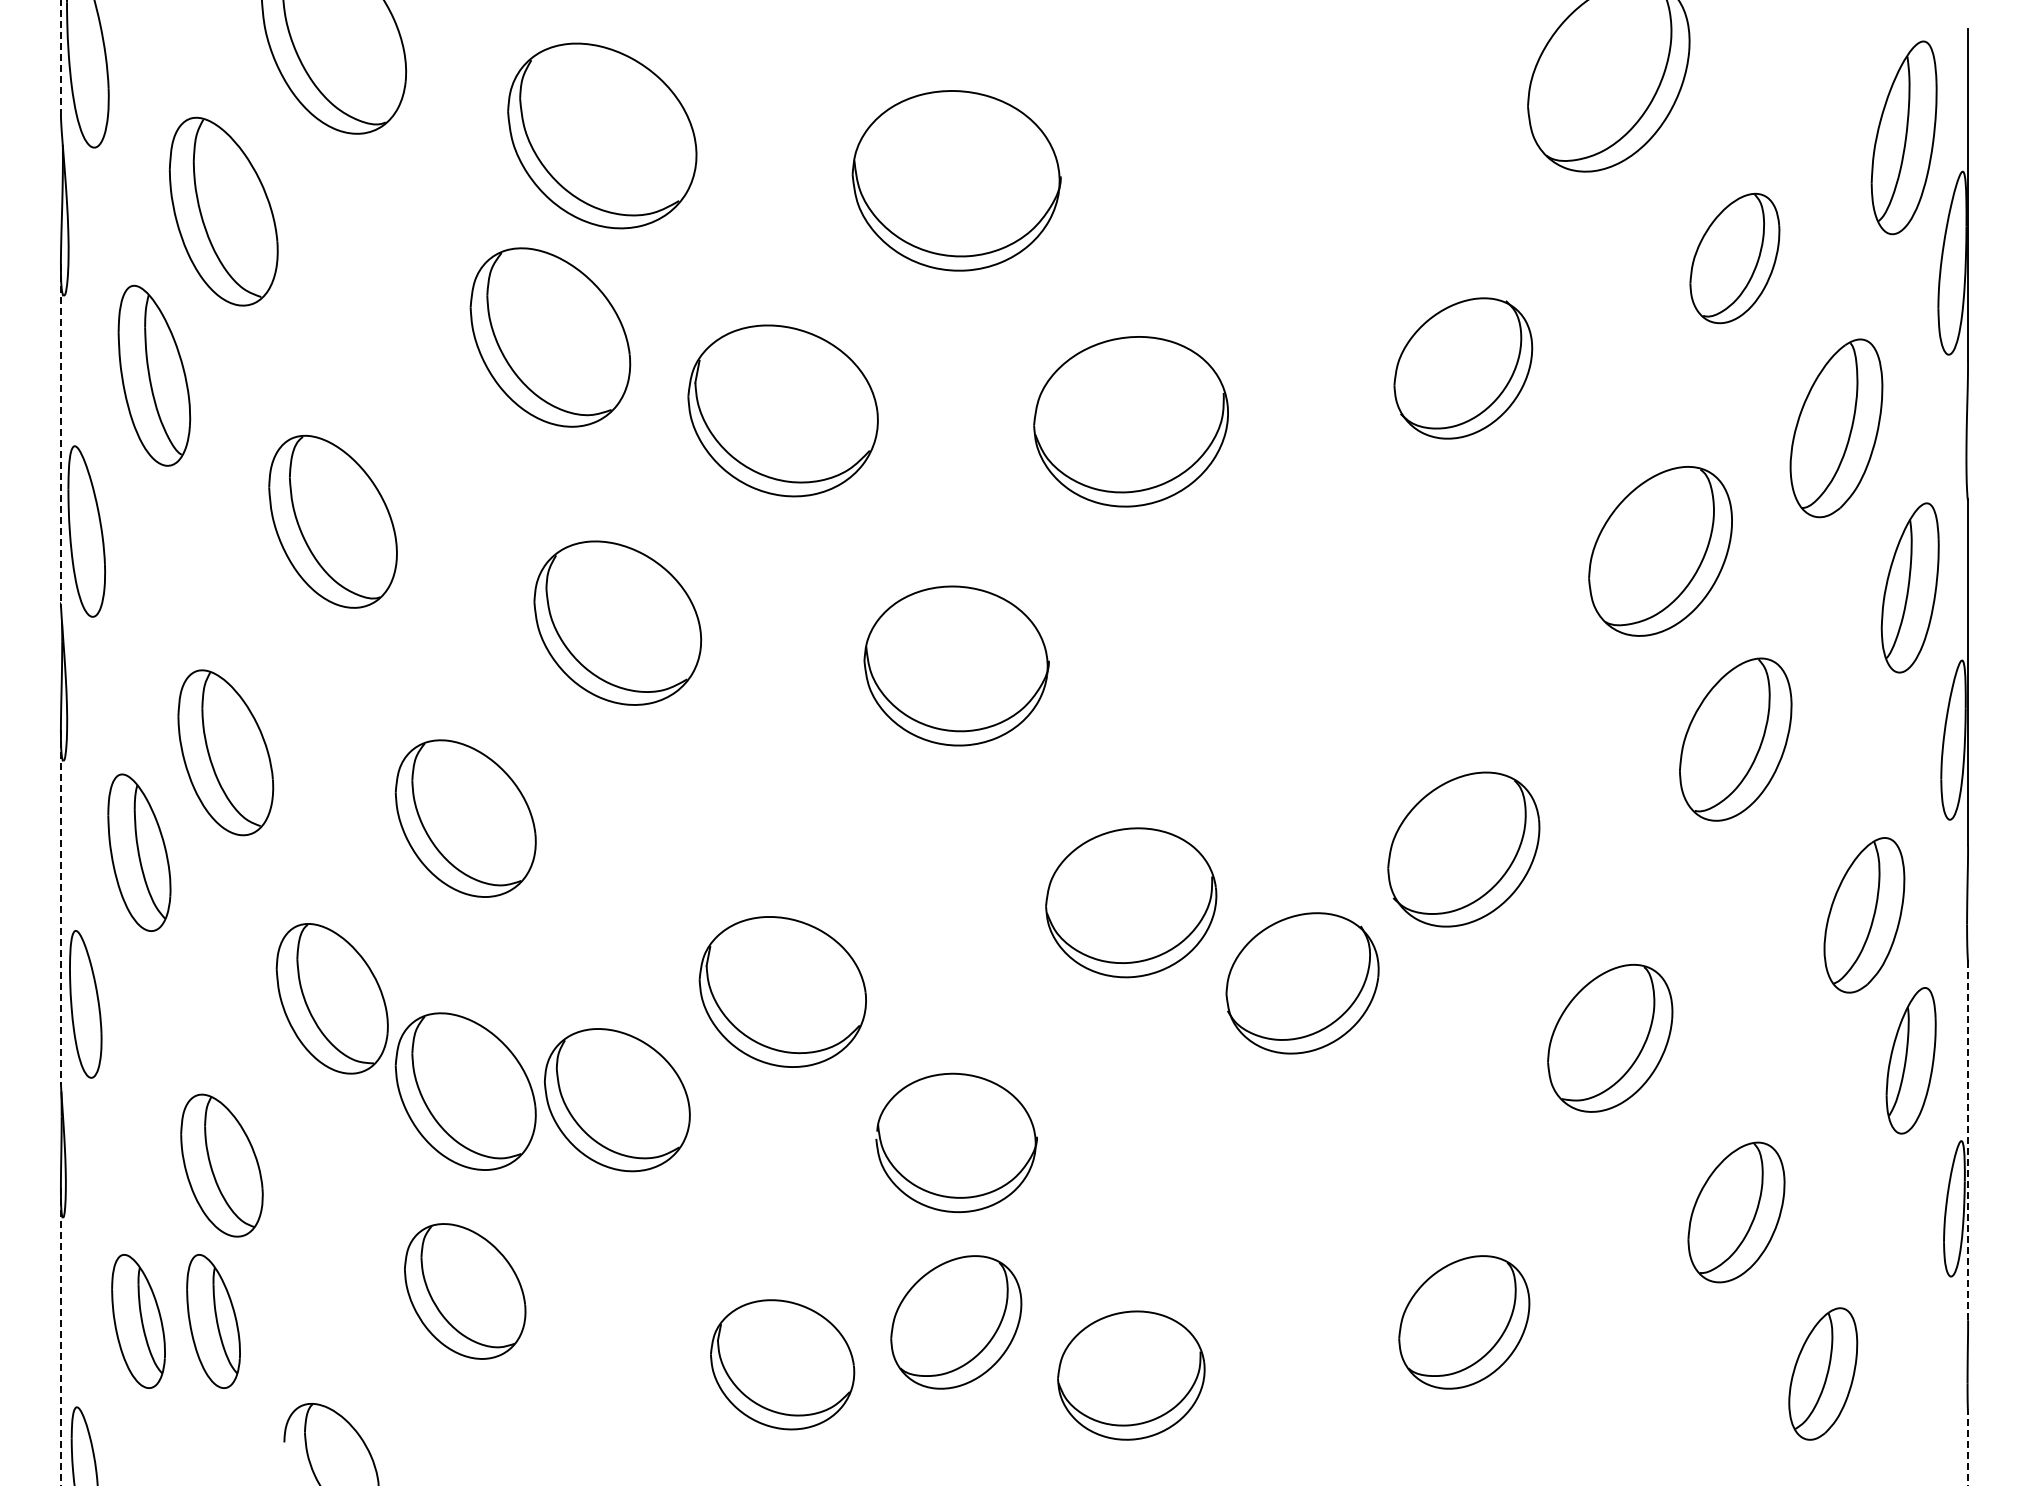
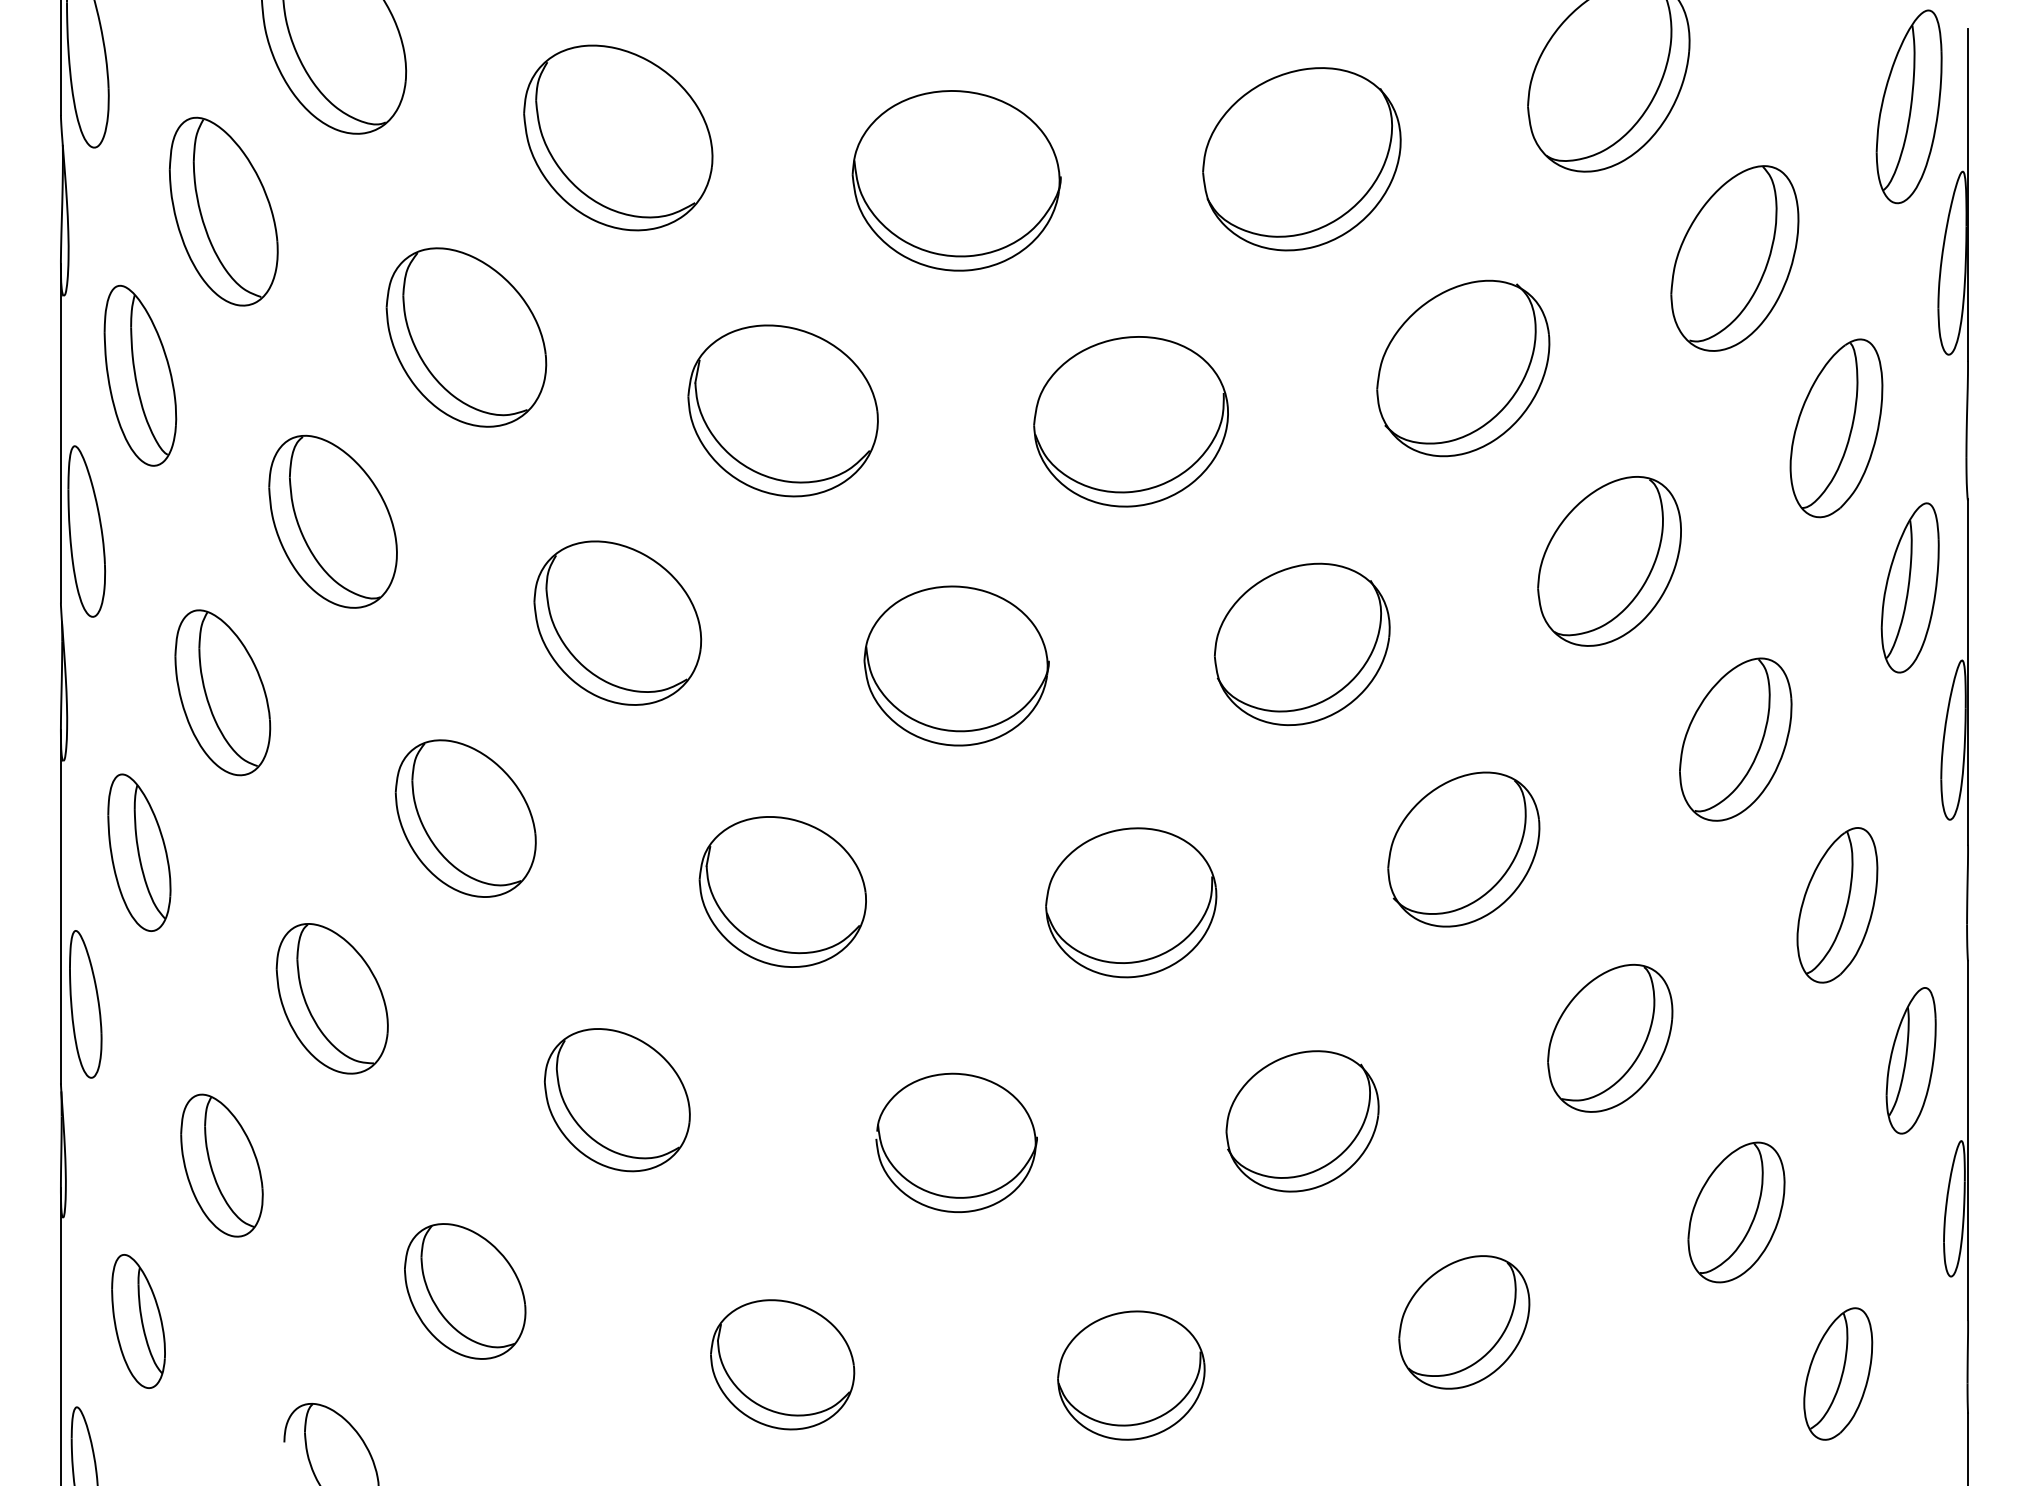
line at (60, 58): dashed -> solid
part at (602, 135) position: (602, 135) -> (618, 137)
part at (1903, 137) position: (1903, 137) -> (1908, 106)
part at (1301, 159): none -> present
part at (1734, 258) size: 92x133 px -> 130x187 px
part at (550, 337) position: (550, 337) -> (466, 337)
part at (1463, 368) size: 141x143 px -> 175x179 px
part at (154, 375) position: (154, 375) -> (140, 375)
line at (60, 434): dashed -> solid
part at (1660, 551) position: (1660, 551) -> (1609, 561)
part at (1302, 644): none -> present
part at (225, 752) position: (225, 752) -> (222, 692)
line at (60, 906): dashed -> solid
part at (1864, 915) position: (1864, 915) -> (1837, 905)
part at (1302, 983) position: (1302, 983) -> (1302, 1121)
part at (782, 991) position: (782, 991) -> (782, 891)
part at (465, 1091): present -> none
line at (1968, 1140): dashed -> solid
part at (213, 1321): present -> none
part at (956, 1322): present -> none
line at (60, 1336): dashed -> solid
part at (1823, 1373) position: (1823, 1373) -> (1838, 1373)
line at (1968, 1449): dashed -> solid
